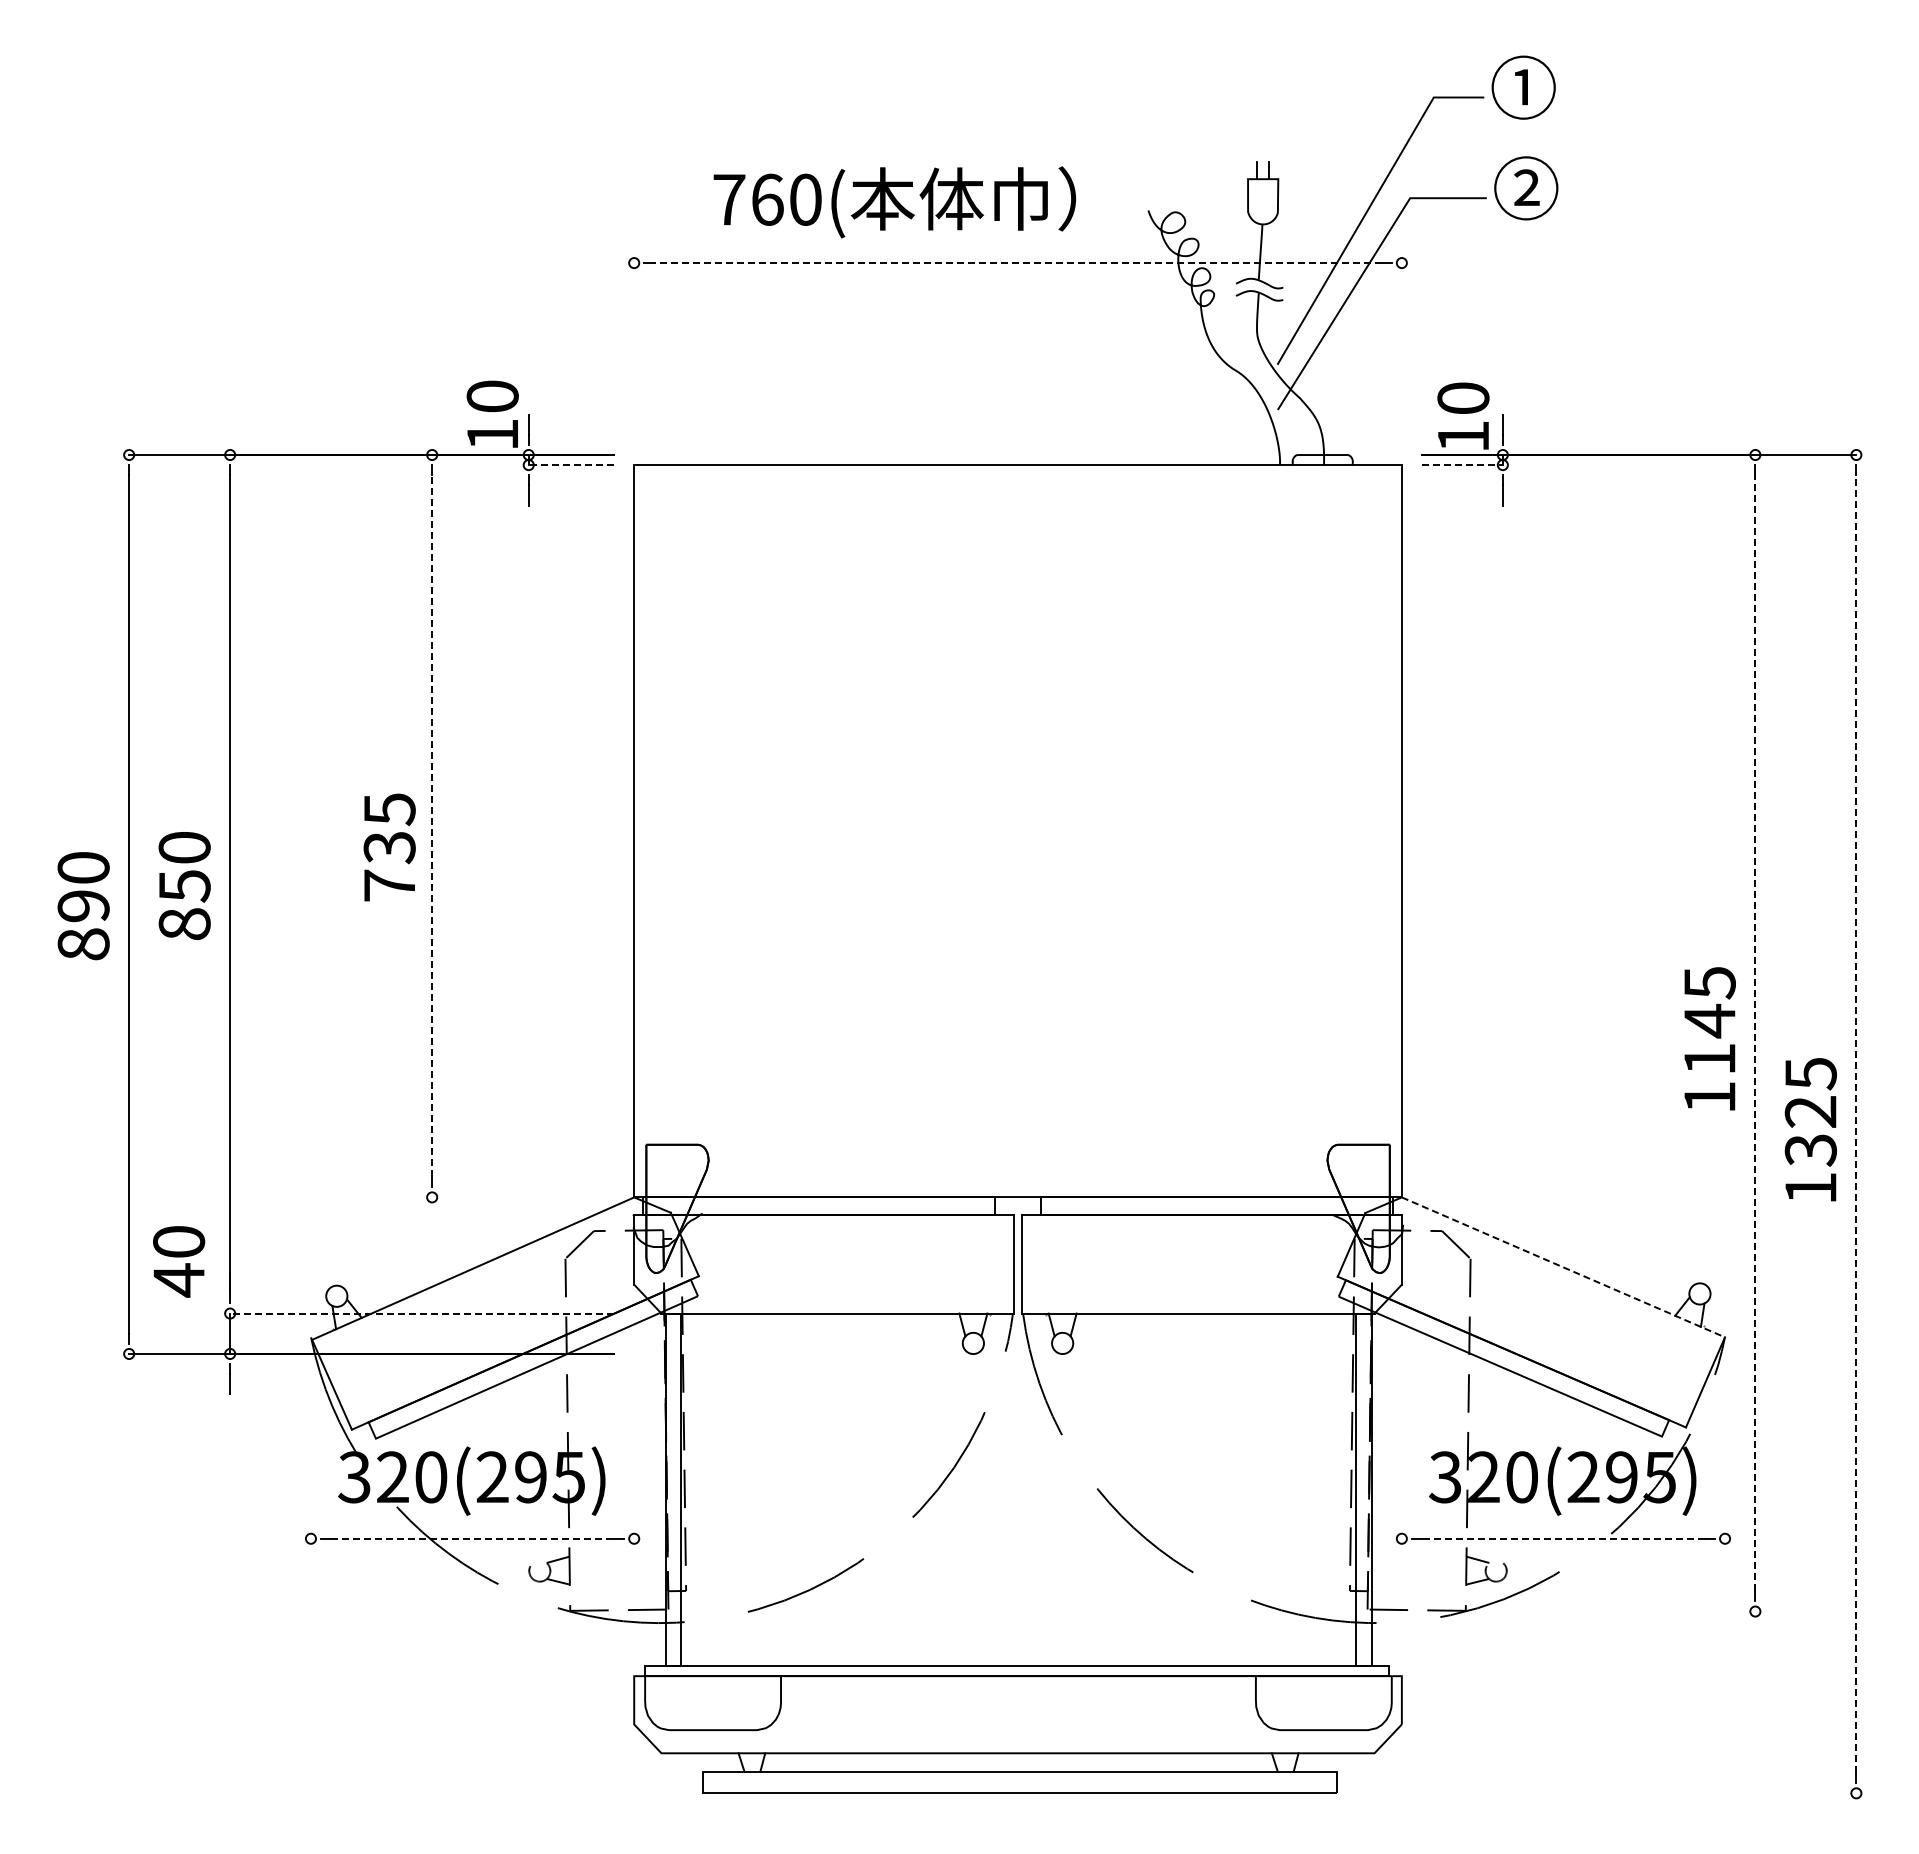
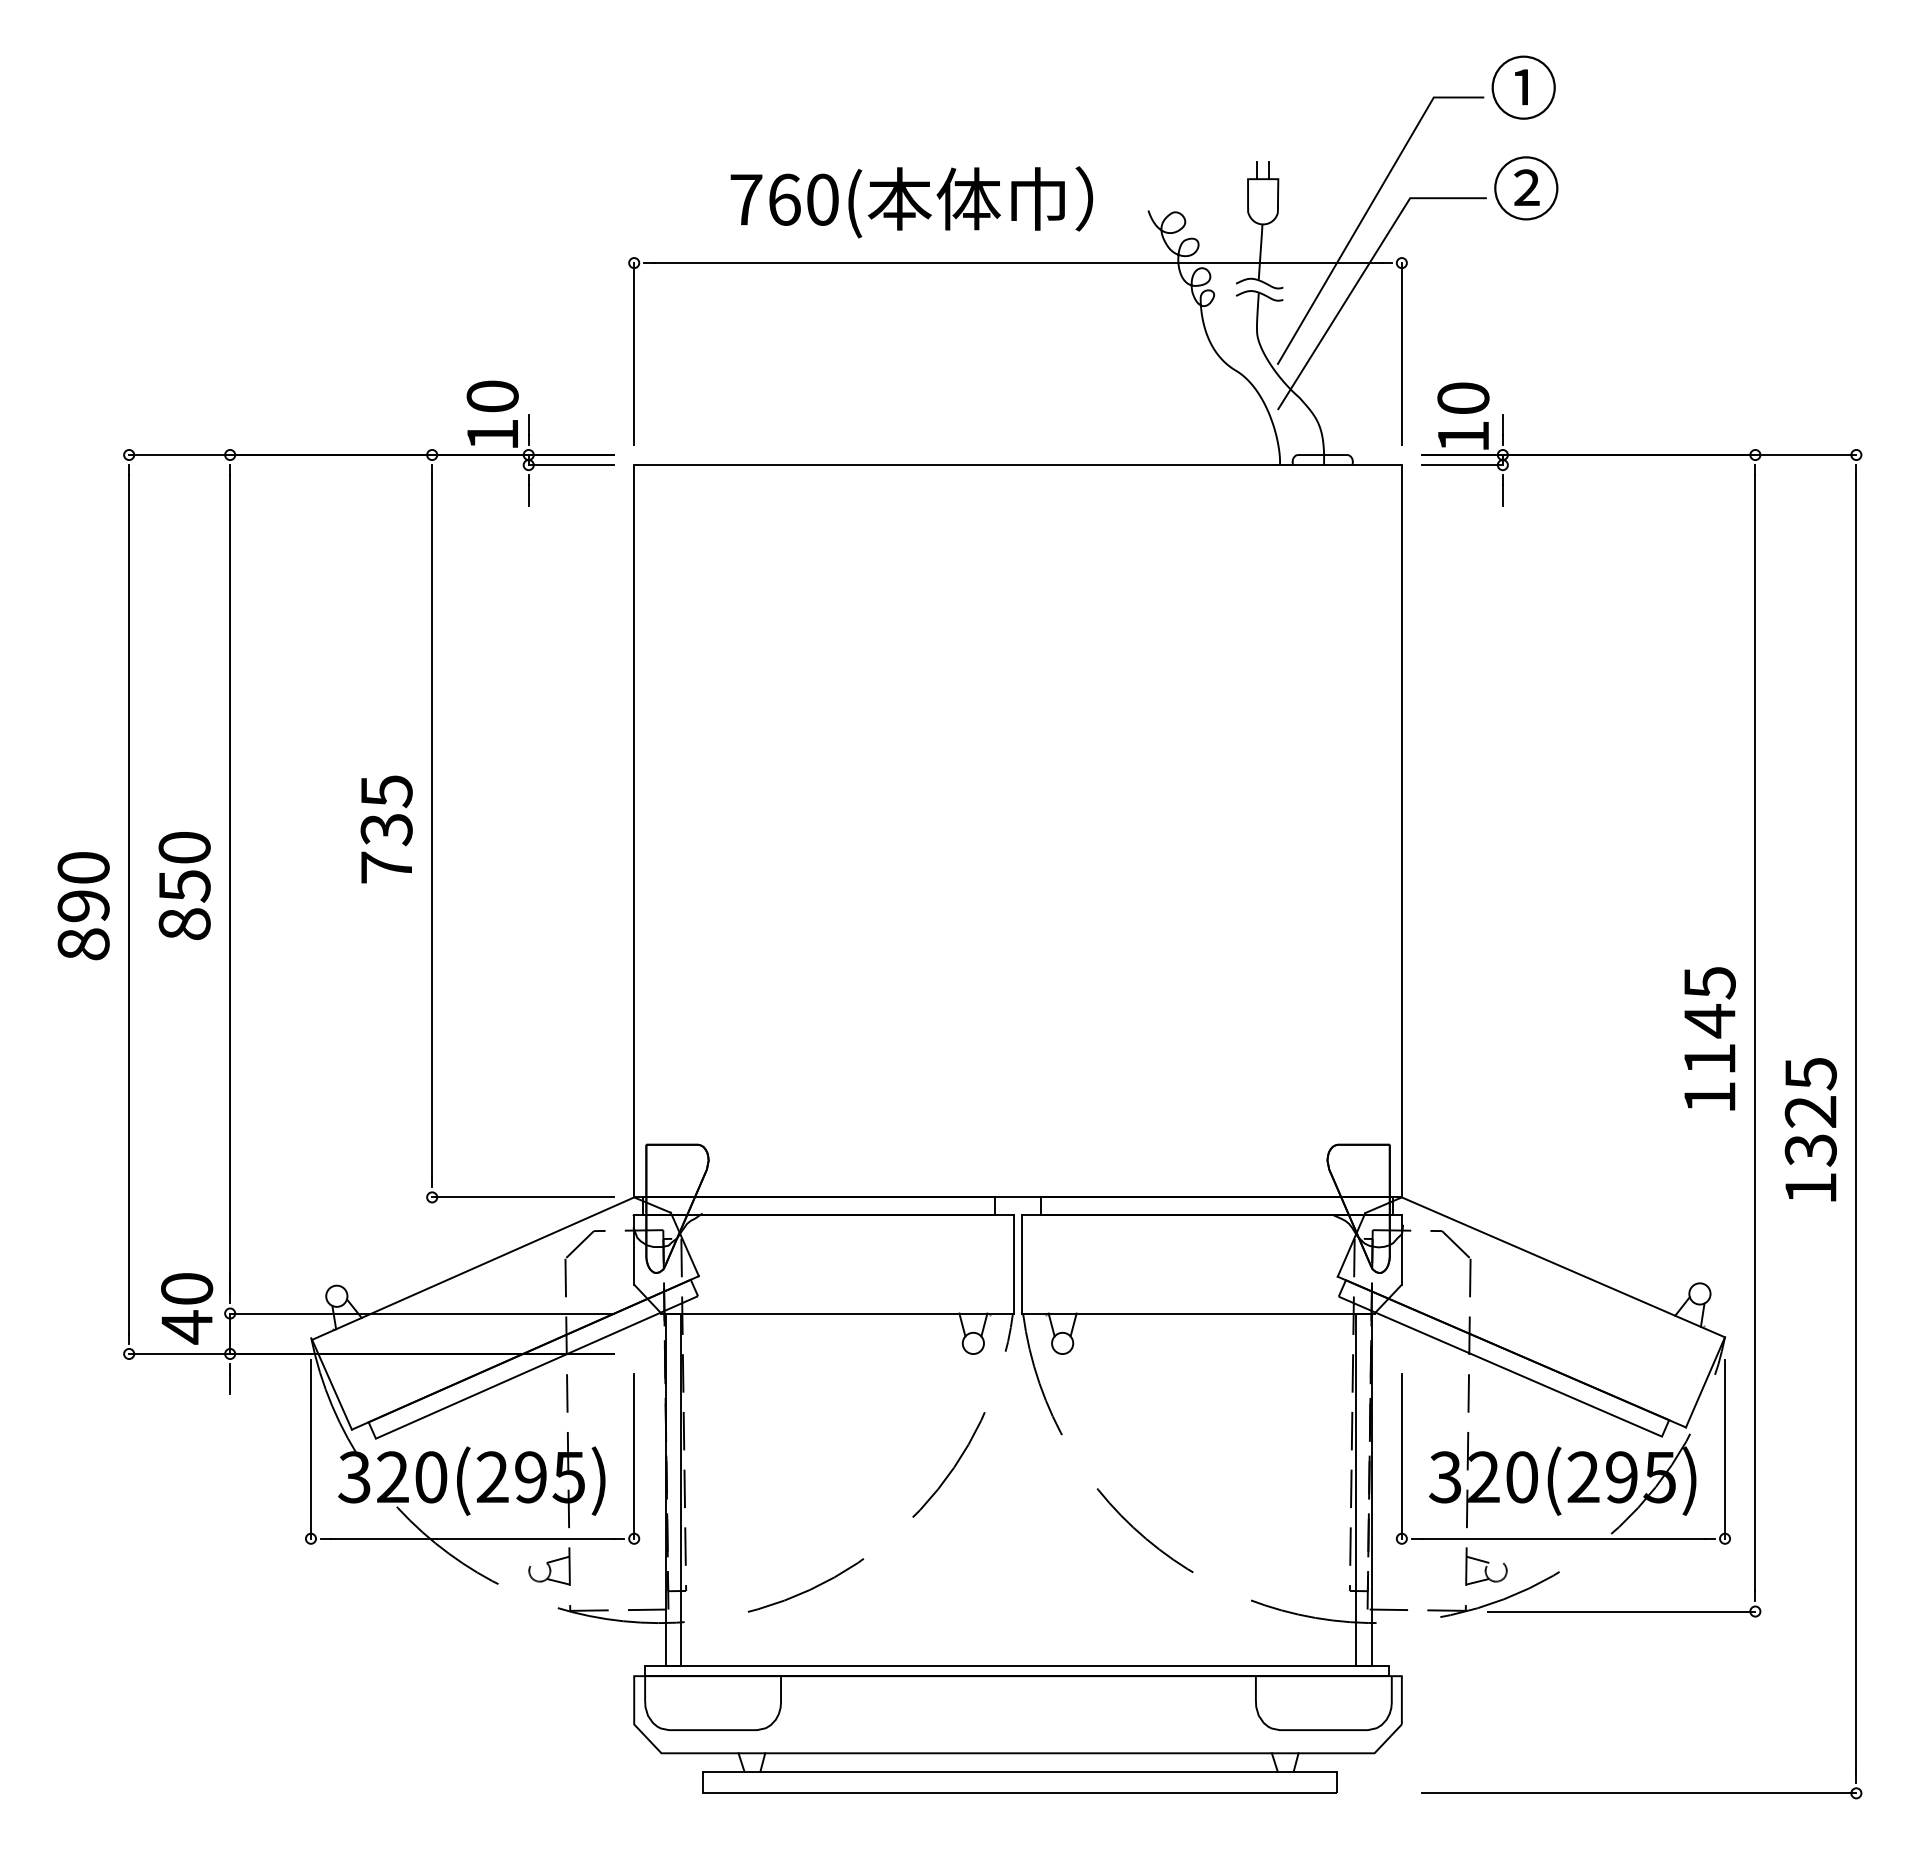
text at (894, 202) position: (894, 202) -> (911, 202)
line at (1018, 263): dashed -> solid
line at (634, 353): none -> present
line at (1401, 353): none -> present
line at (571, 465): dashed -> solid
line at (1462, 465): dashed -> solid
line at (432, 825): dashed -> solid
text at (389, 847) position: (389, 847) -> (386, 829)
line at (1755, 1032): dashed -> solid
line at (1856, 1124): dashed -> solid
line at (522, 1197): none -> present
text at (179, 1261) position: (179, 1261) -> (187, 1308)
line at (1563, 1267): dashed -> solid
line at (422, 1313): dashed -> solid
line at (310, 1449): none -> present
line at (1725, 1449): none -> present
line at (634, 1456): none -> present
line at (1401, 1456): none -> present
line at (473, 1538): dashed -> solid
line at (1562, 1538): dashed -> solid
line at (1621, 1611): none -> present
line at (1639, 1793): none -> present
